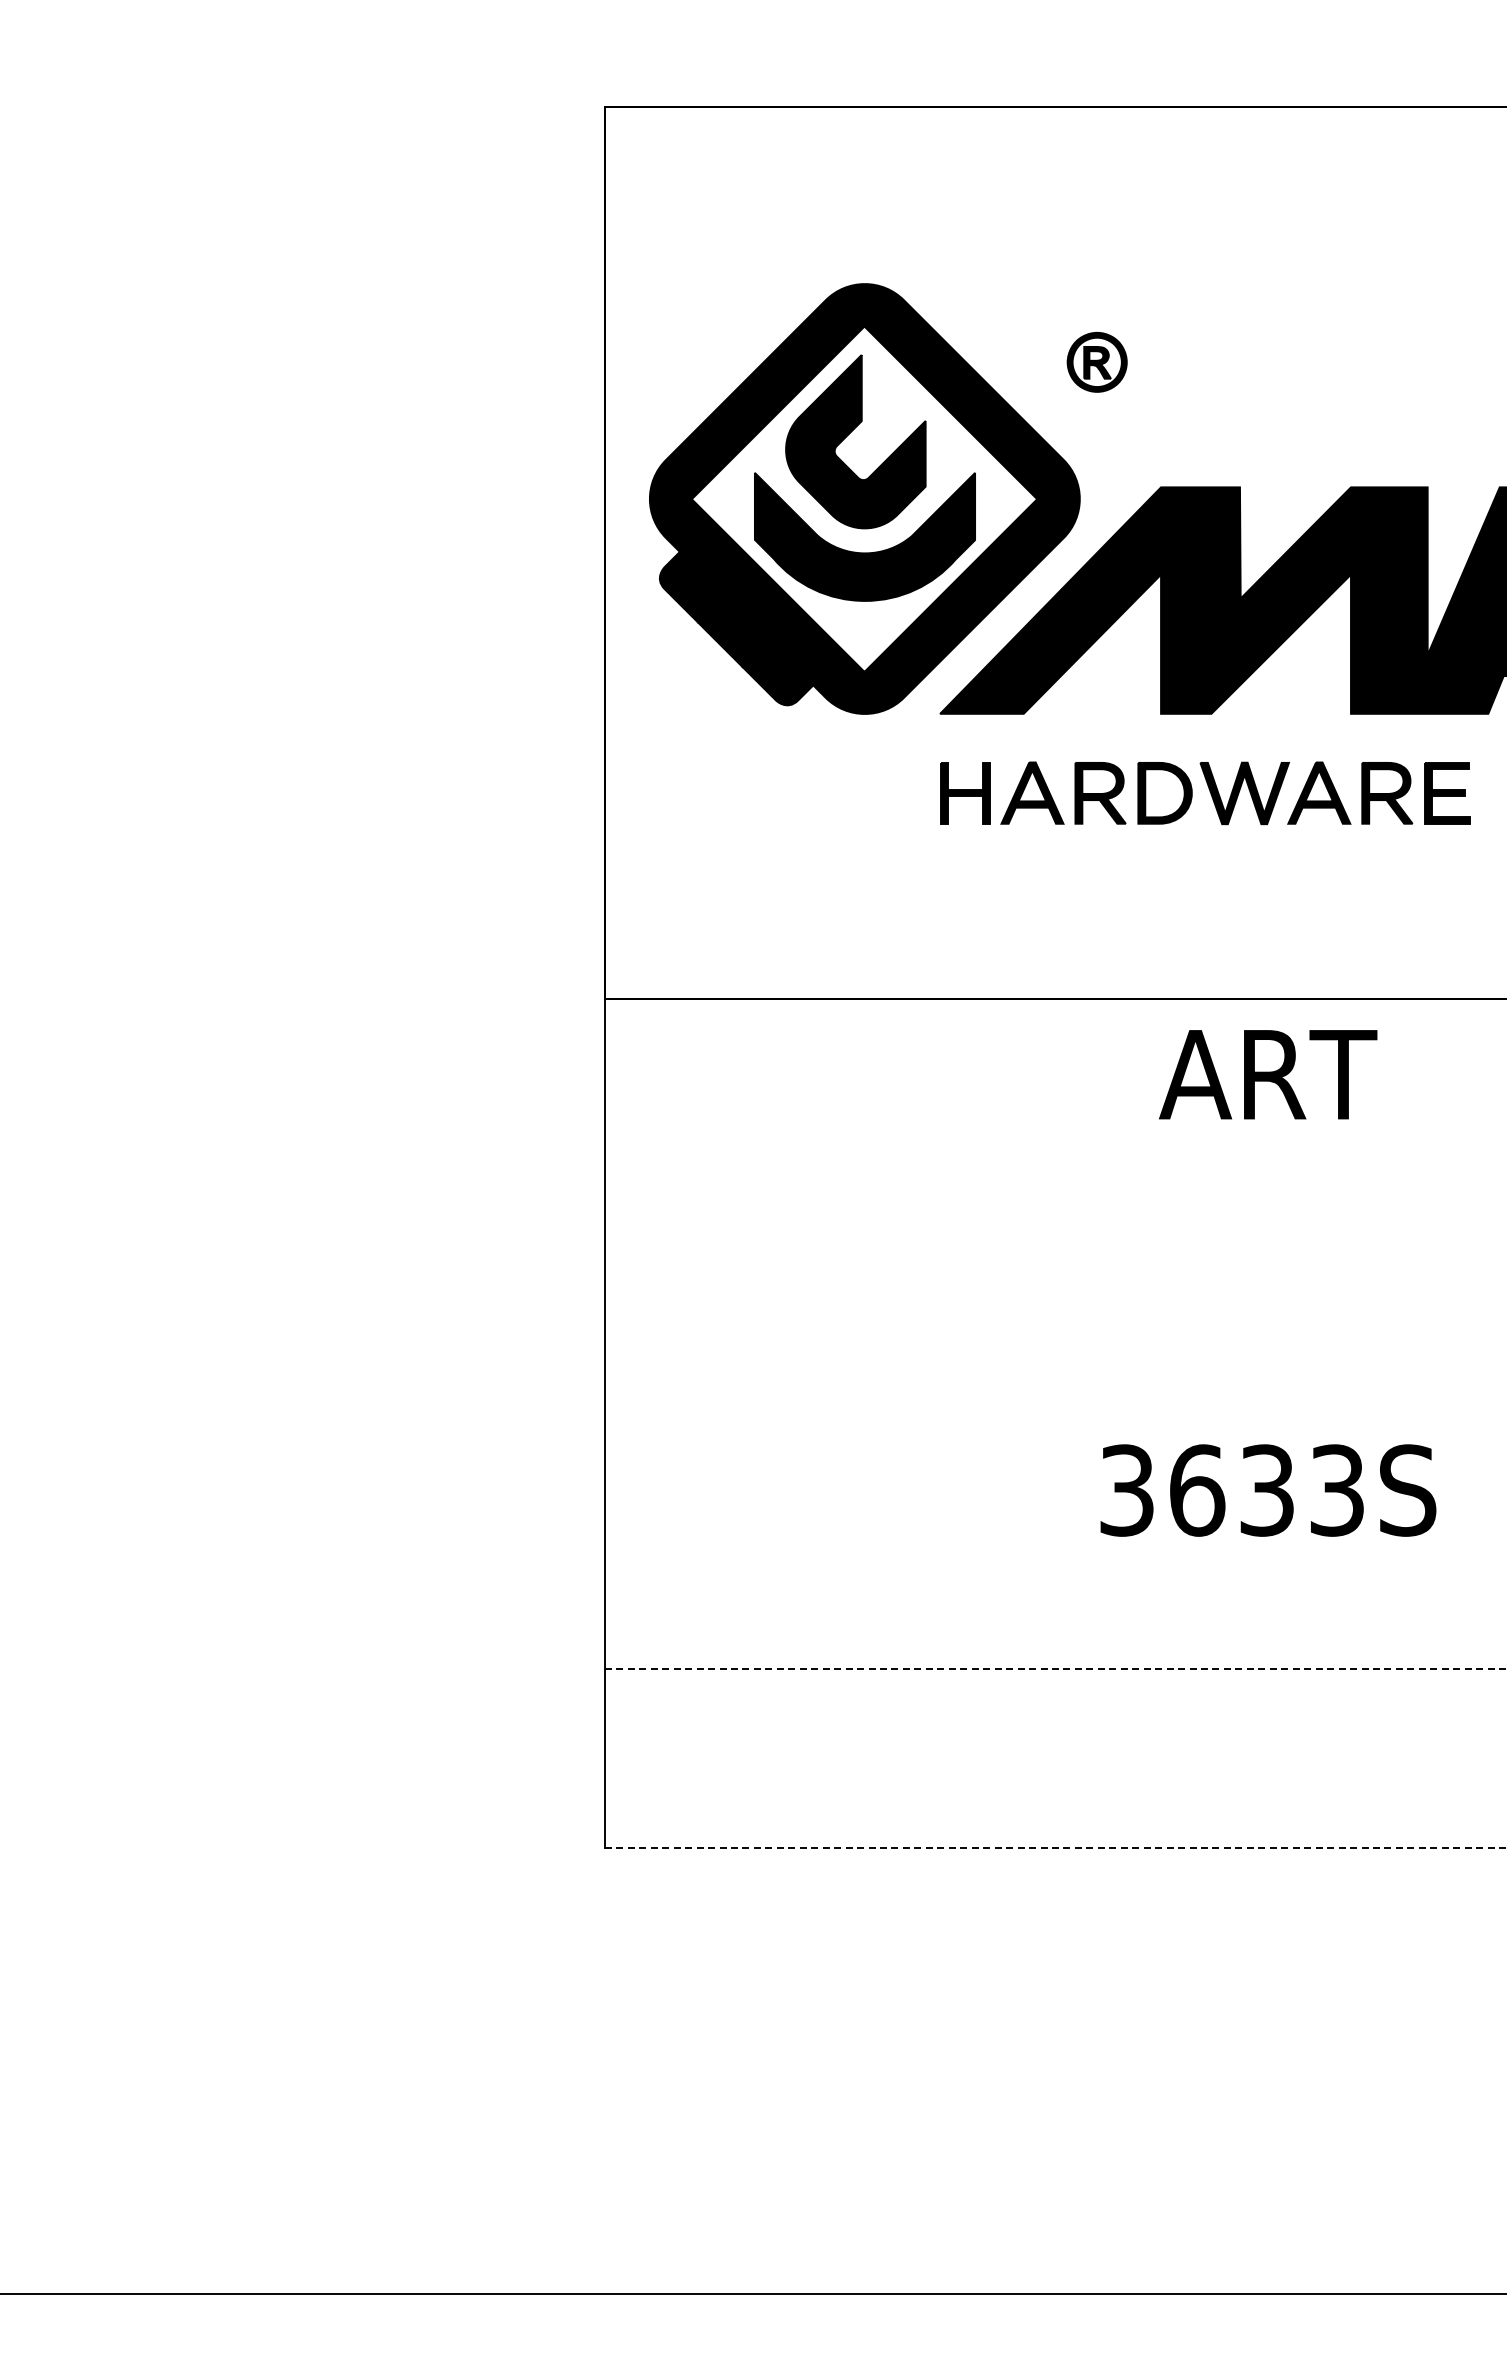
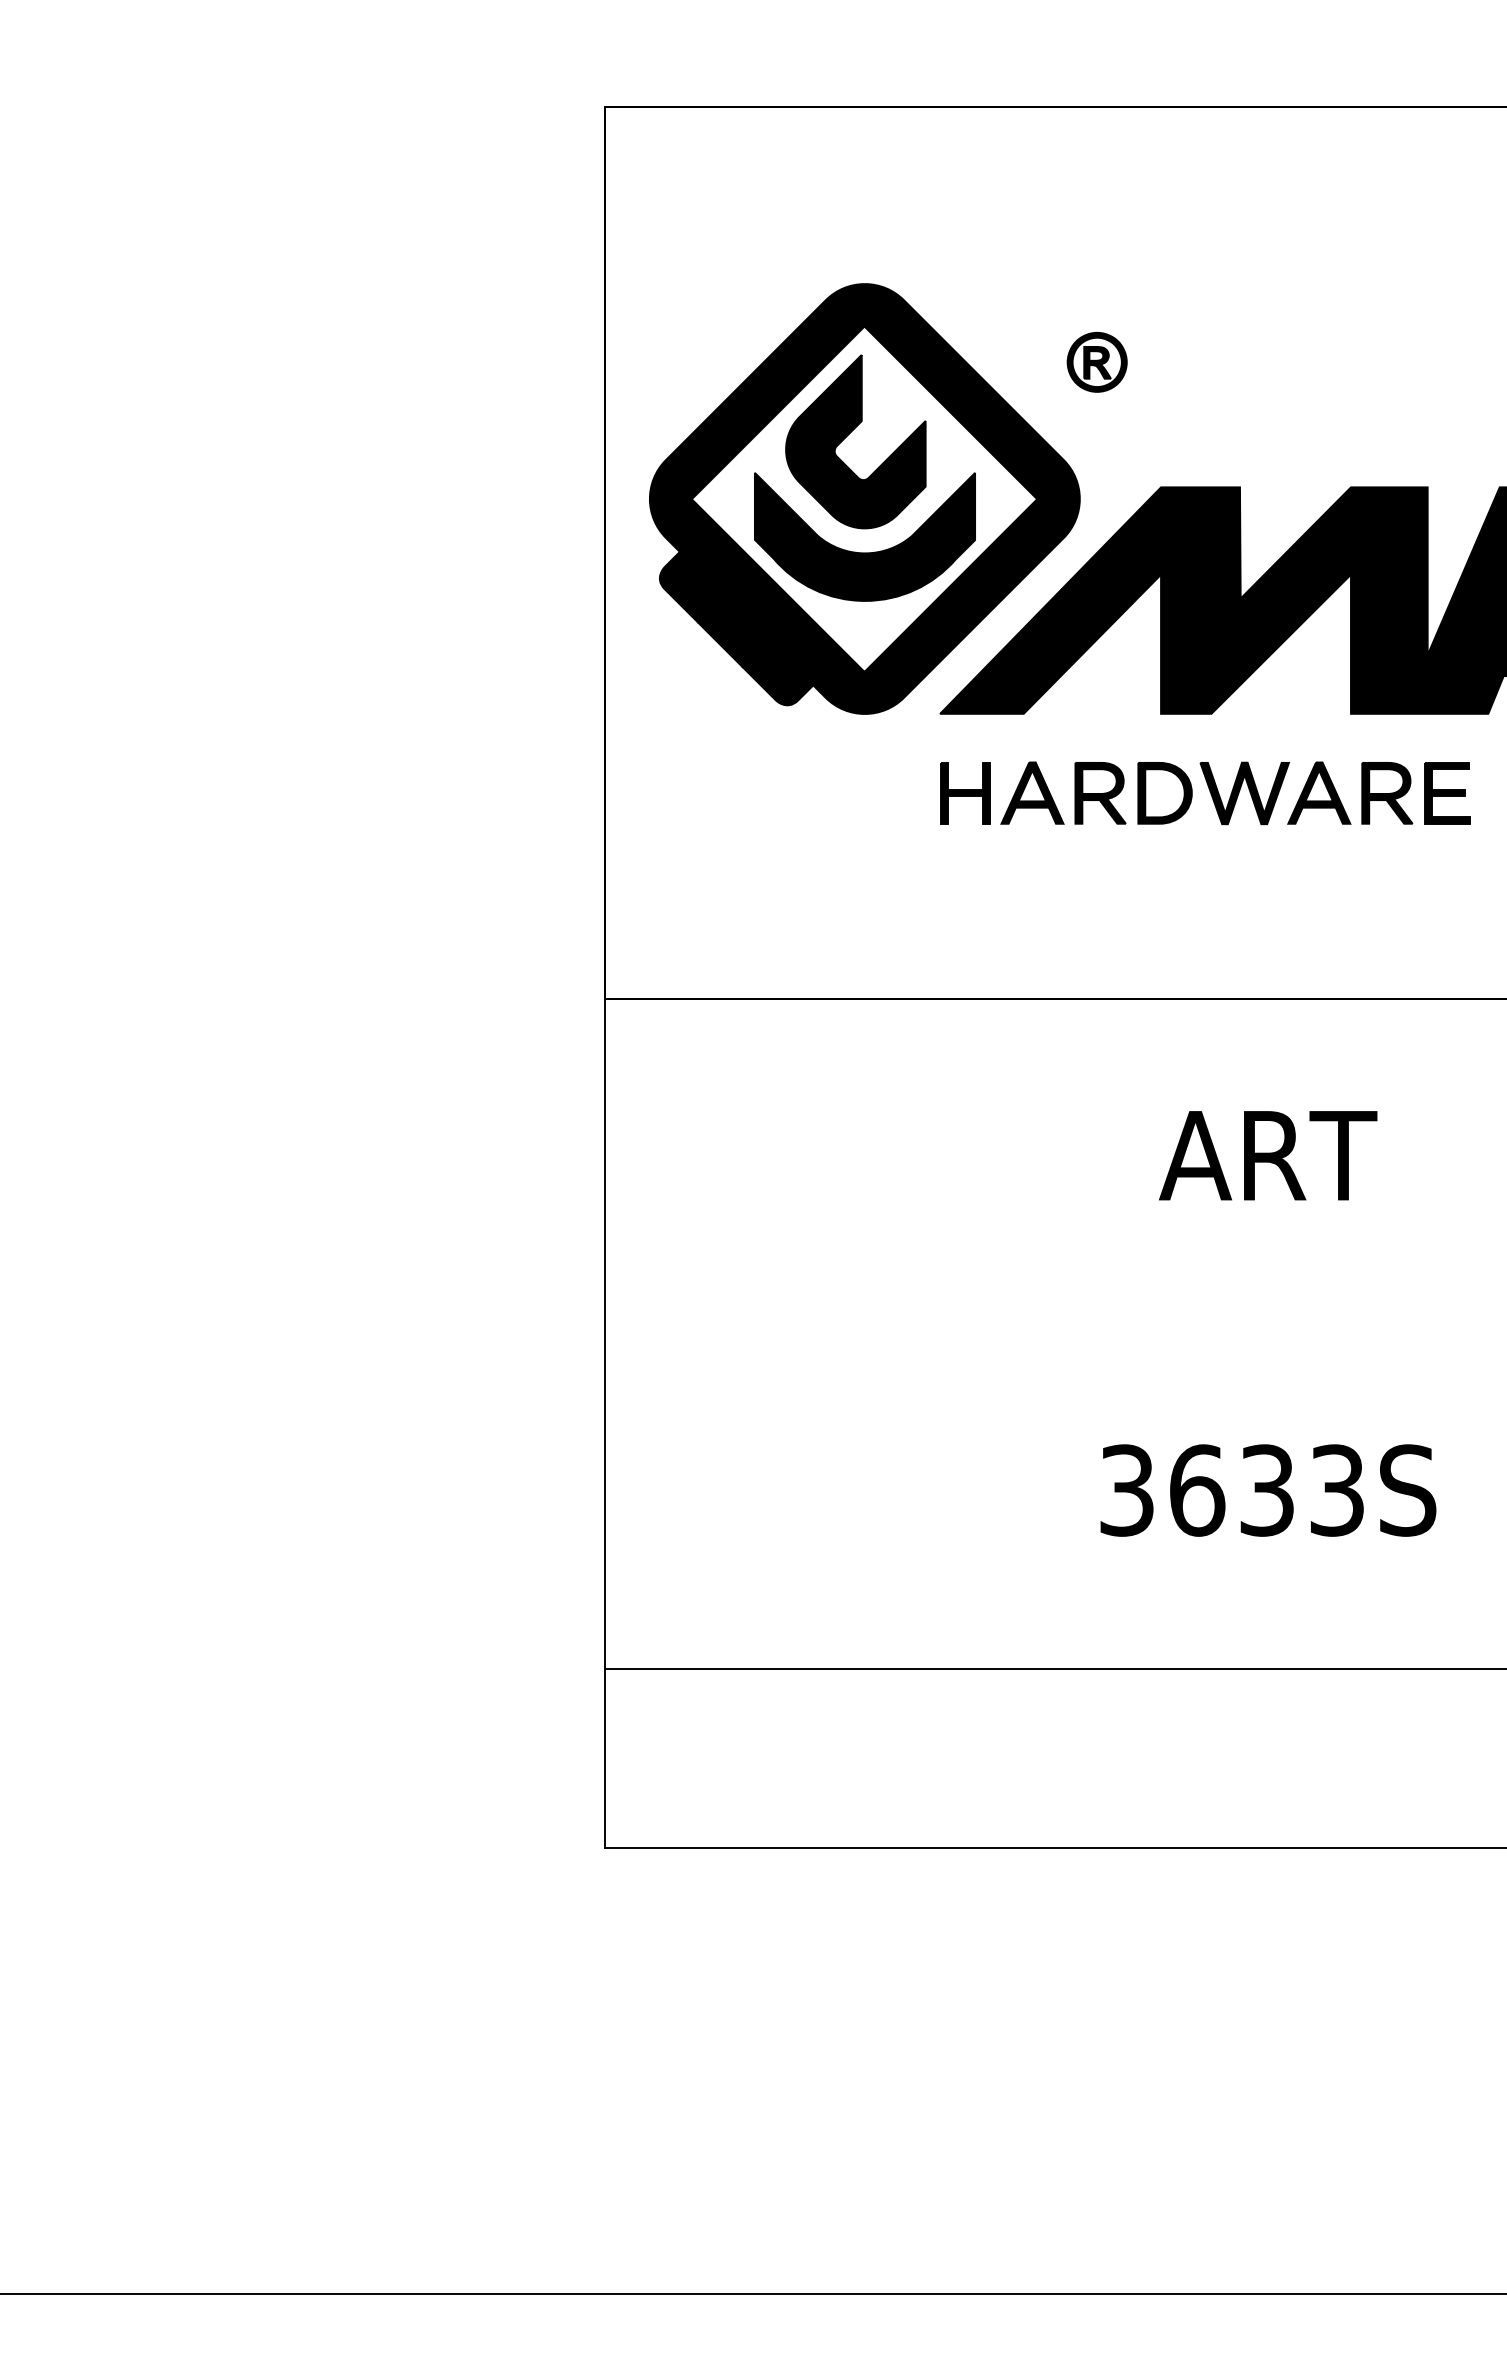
text at (1268, 1074) position: (1268, 1074) -> (1268, 1155)
line at (1056, 1669): dashed -> solid
line at (1056, 1847): dashed -> solid
